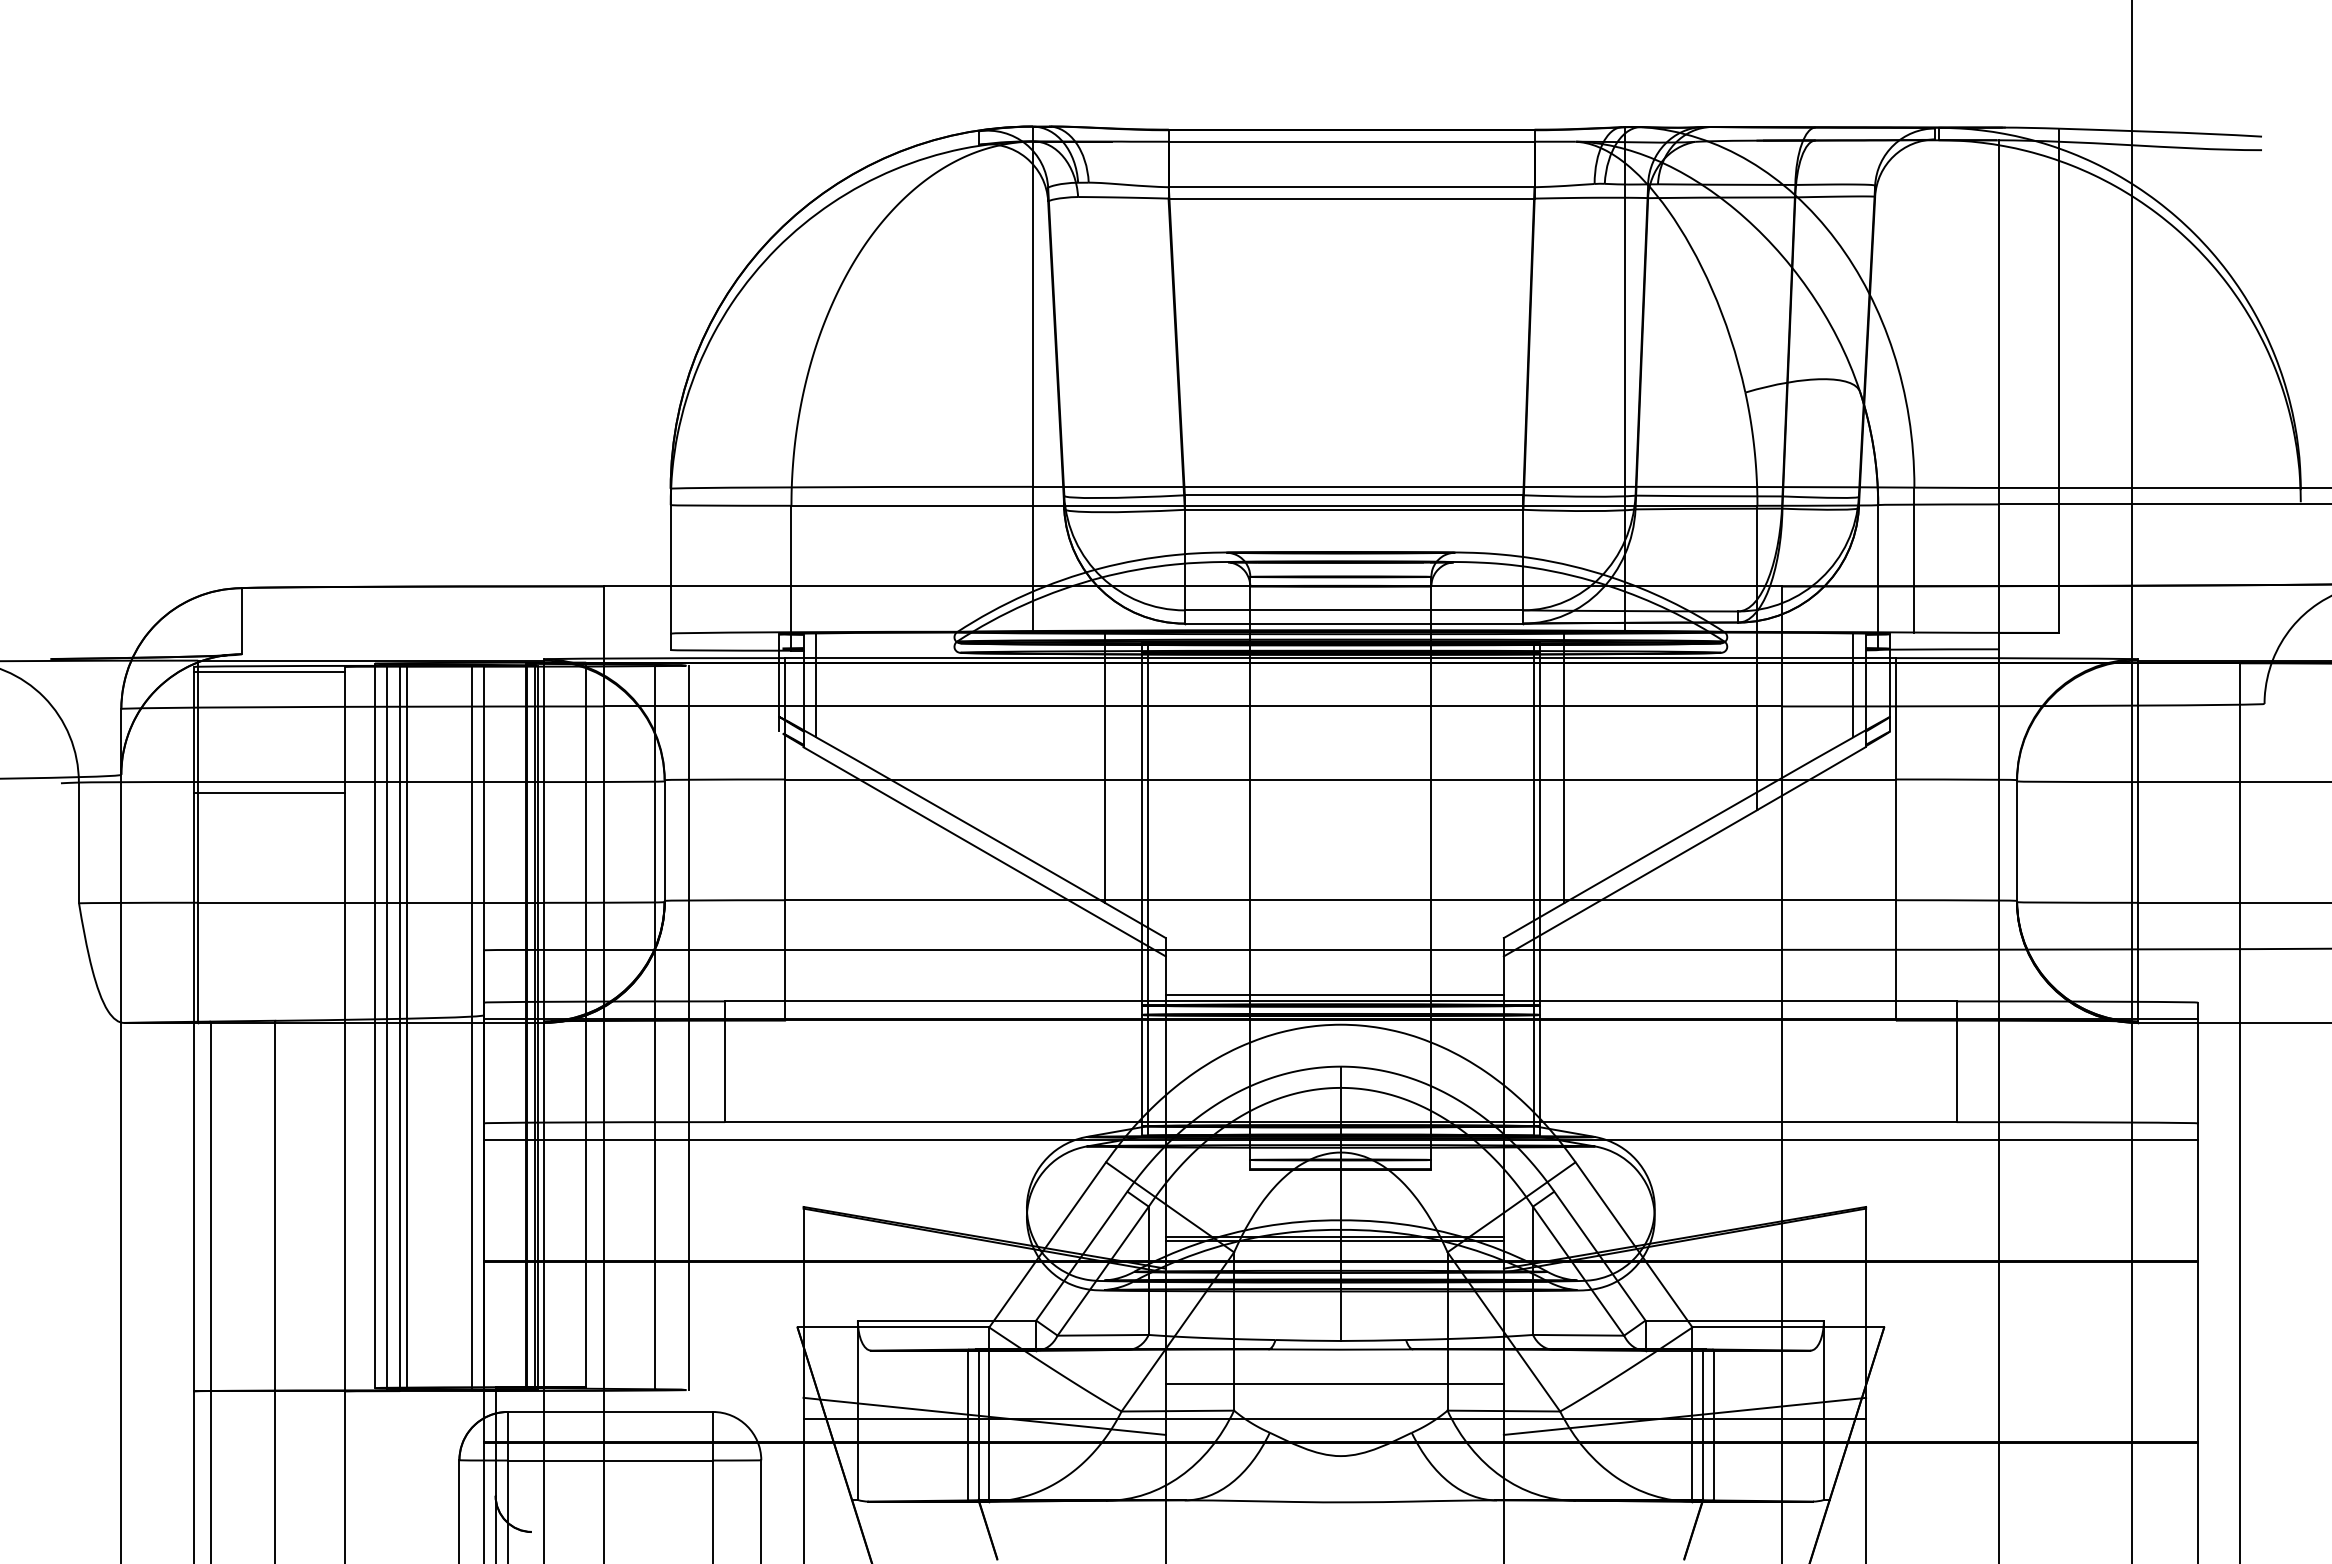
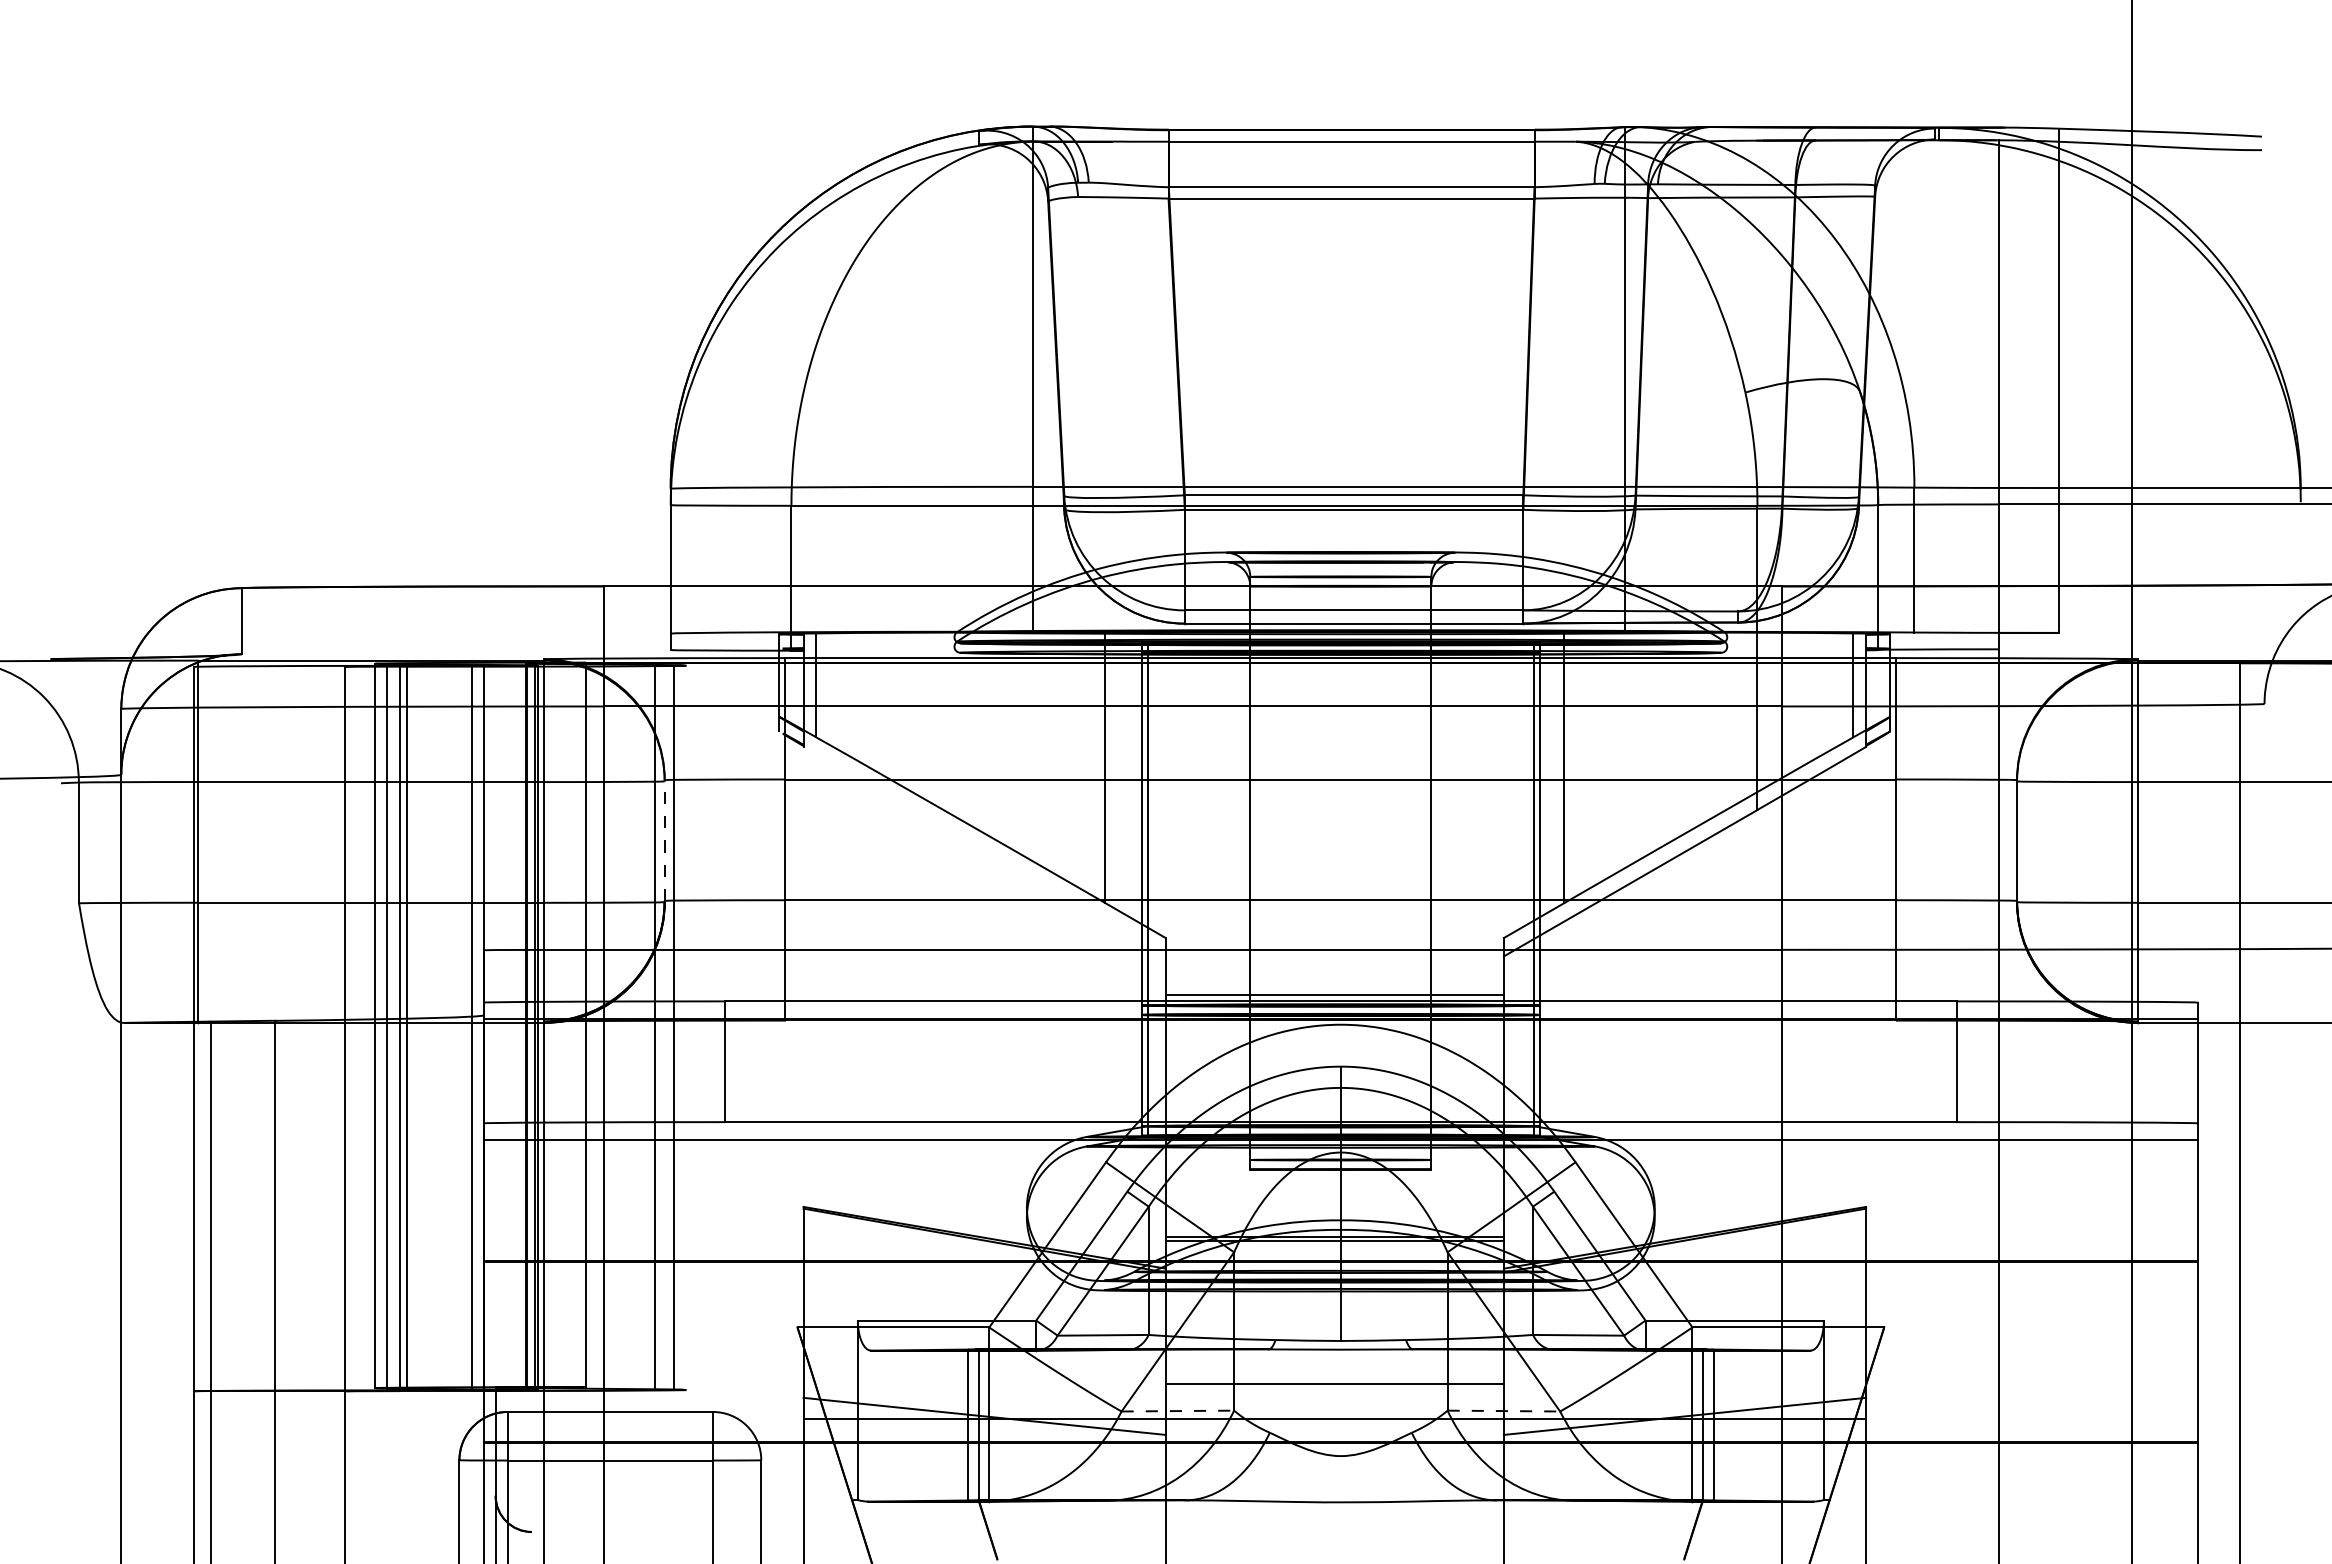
line at (268, 672): present -> none
line at (268, 793): present -> none
line at (664, 839): solid -> dashed
line at (984, 851): present -> none
line at (688, 1027) position: (688, 1027) -> (673, 1027)
line at (1178, 1411): solid -> dashed
line at (1504, 1411): solid -> dashed
